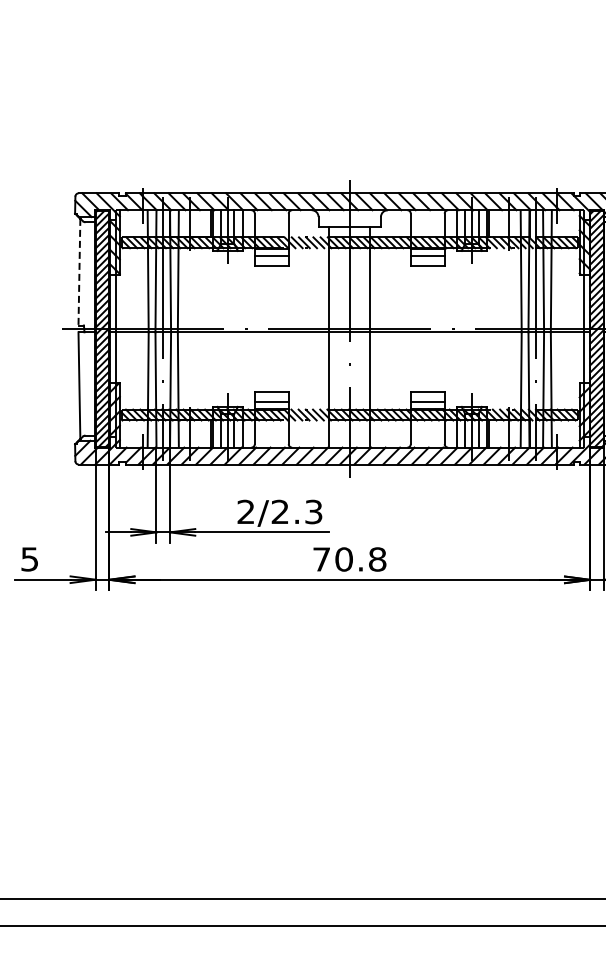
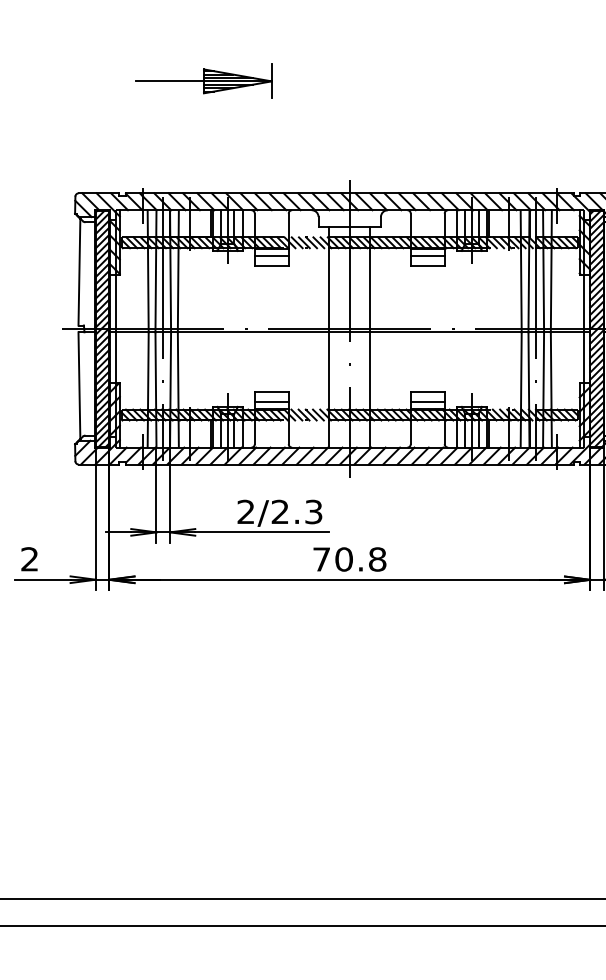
part at (203, 80): none -> present
line at (79, 272): dashed -> solid
text at (29, 559): 5 -> 2
